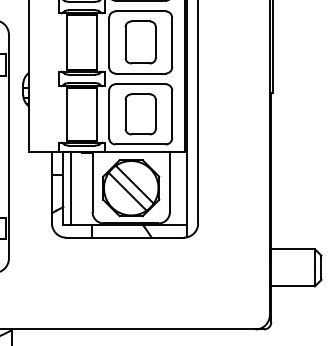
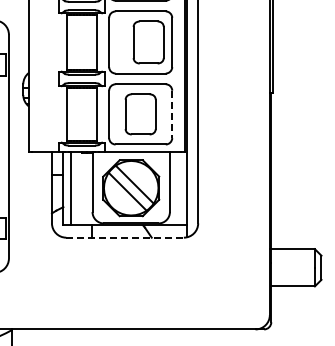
part at (140, 42) position: (140, 42) -> (148, 42)
line at (172, 114): solid -> dashed
line at (125, 237): solid -> dashed
